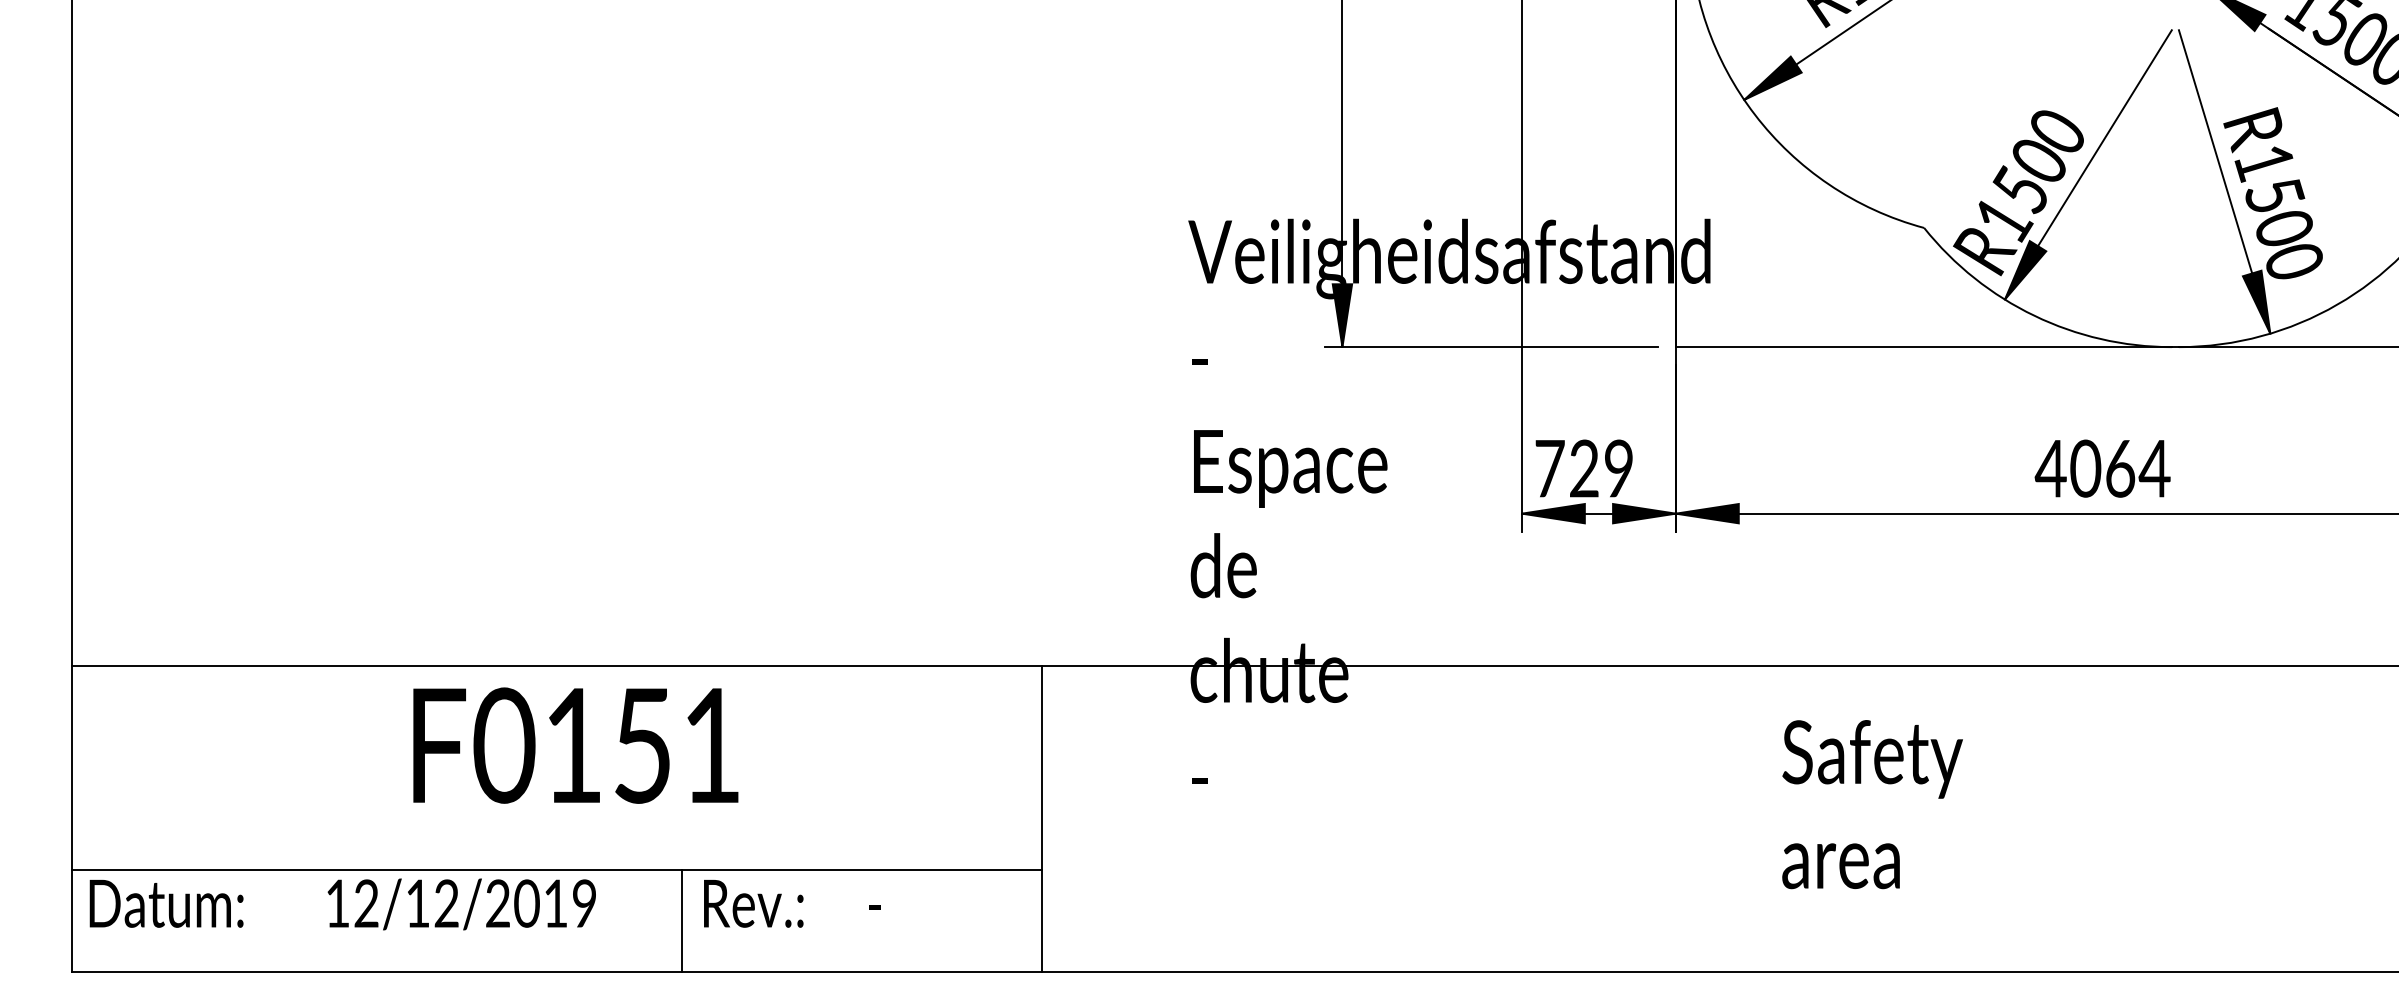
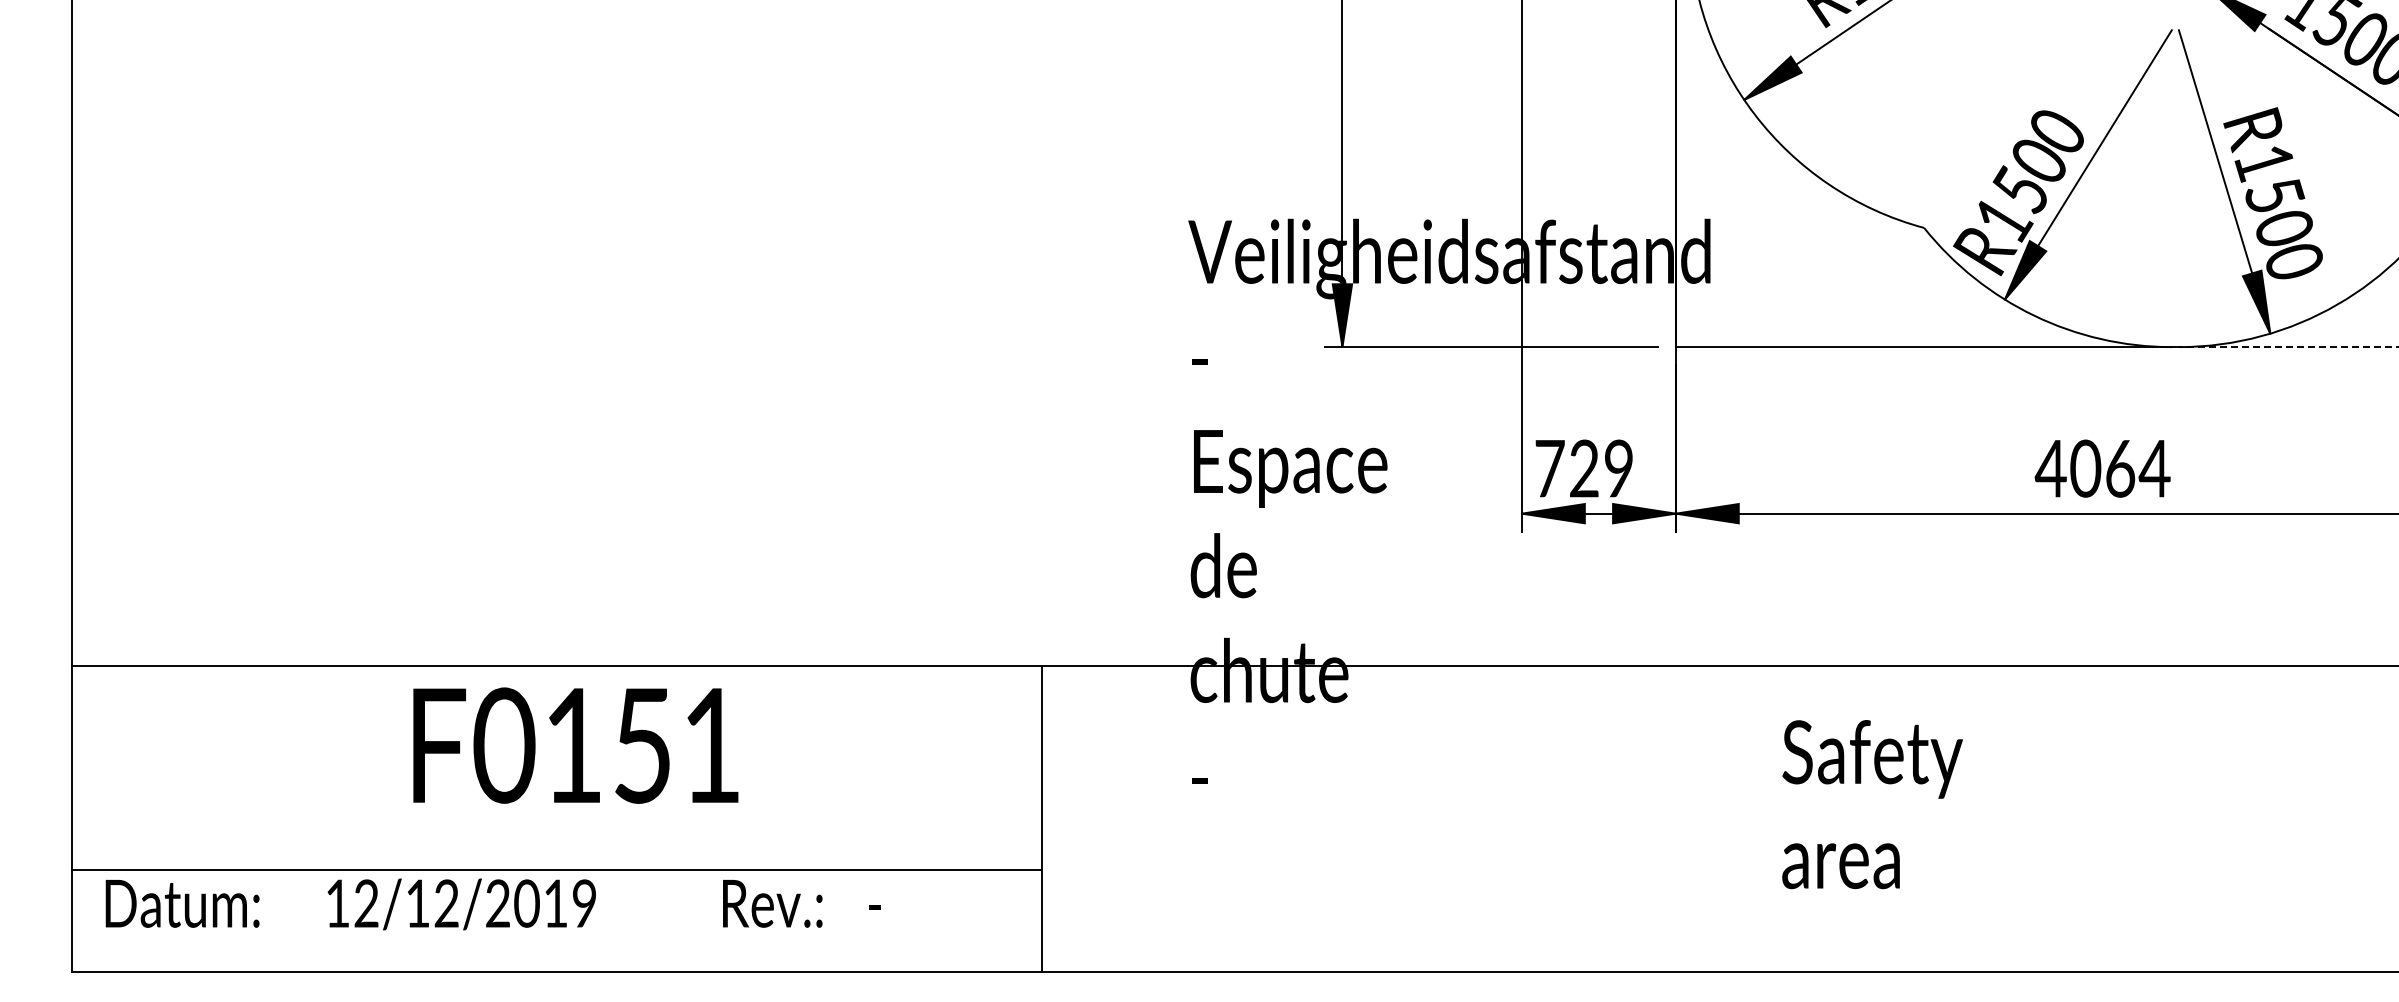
line at (2288, 347): solid -> dashed
text at (166, 903) position: (166, 903) -> (182, 903)
text at (753, 903) position: (753, 903) -> (772, 903)
line at (682, 920): present -> none
